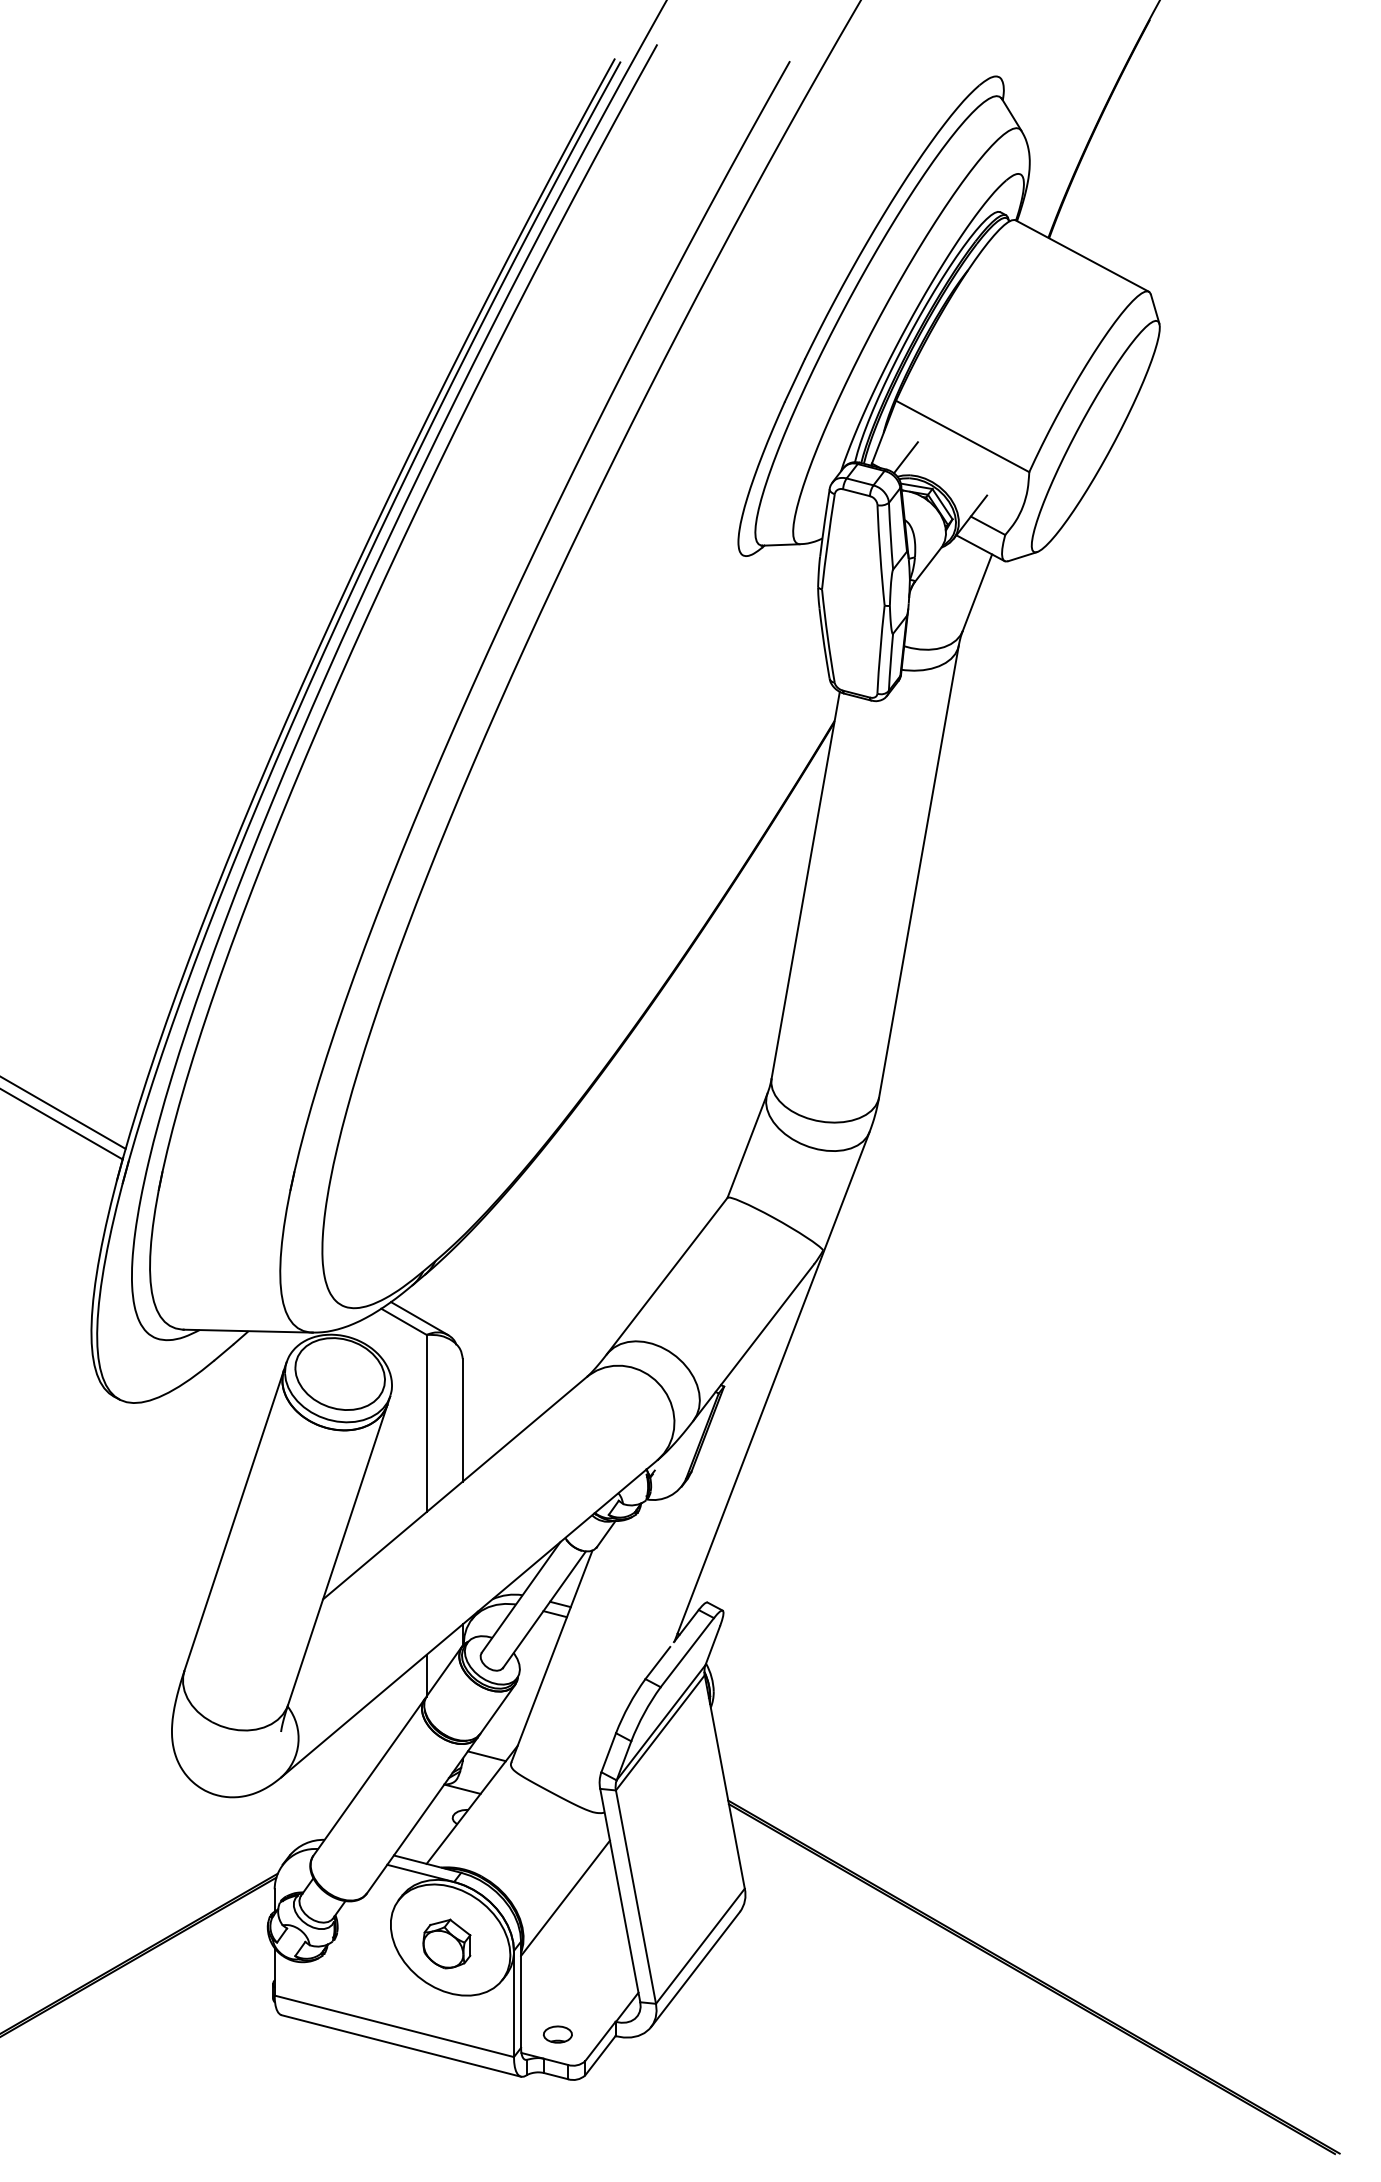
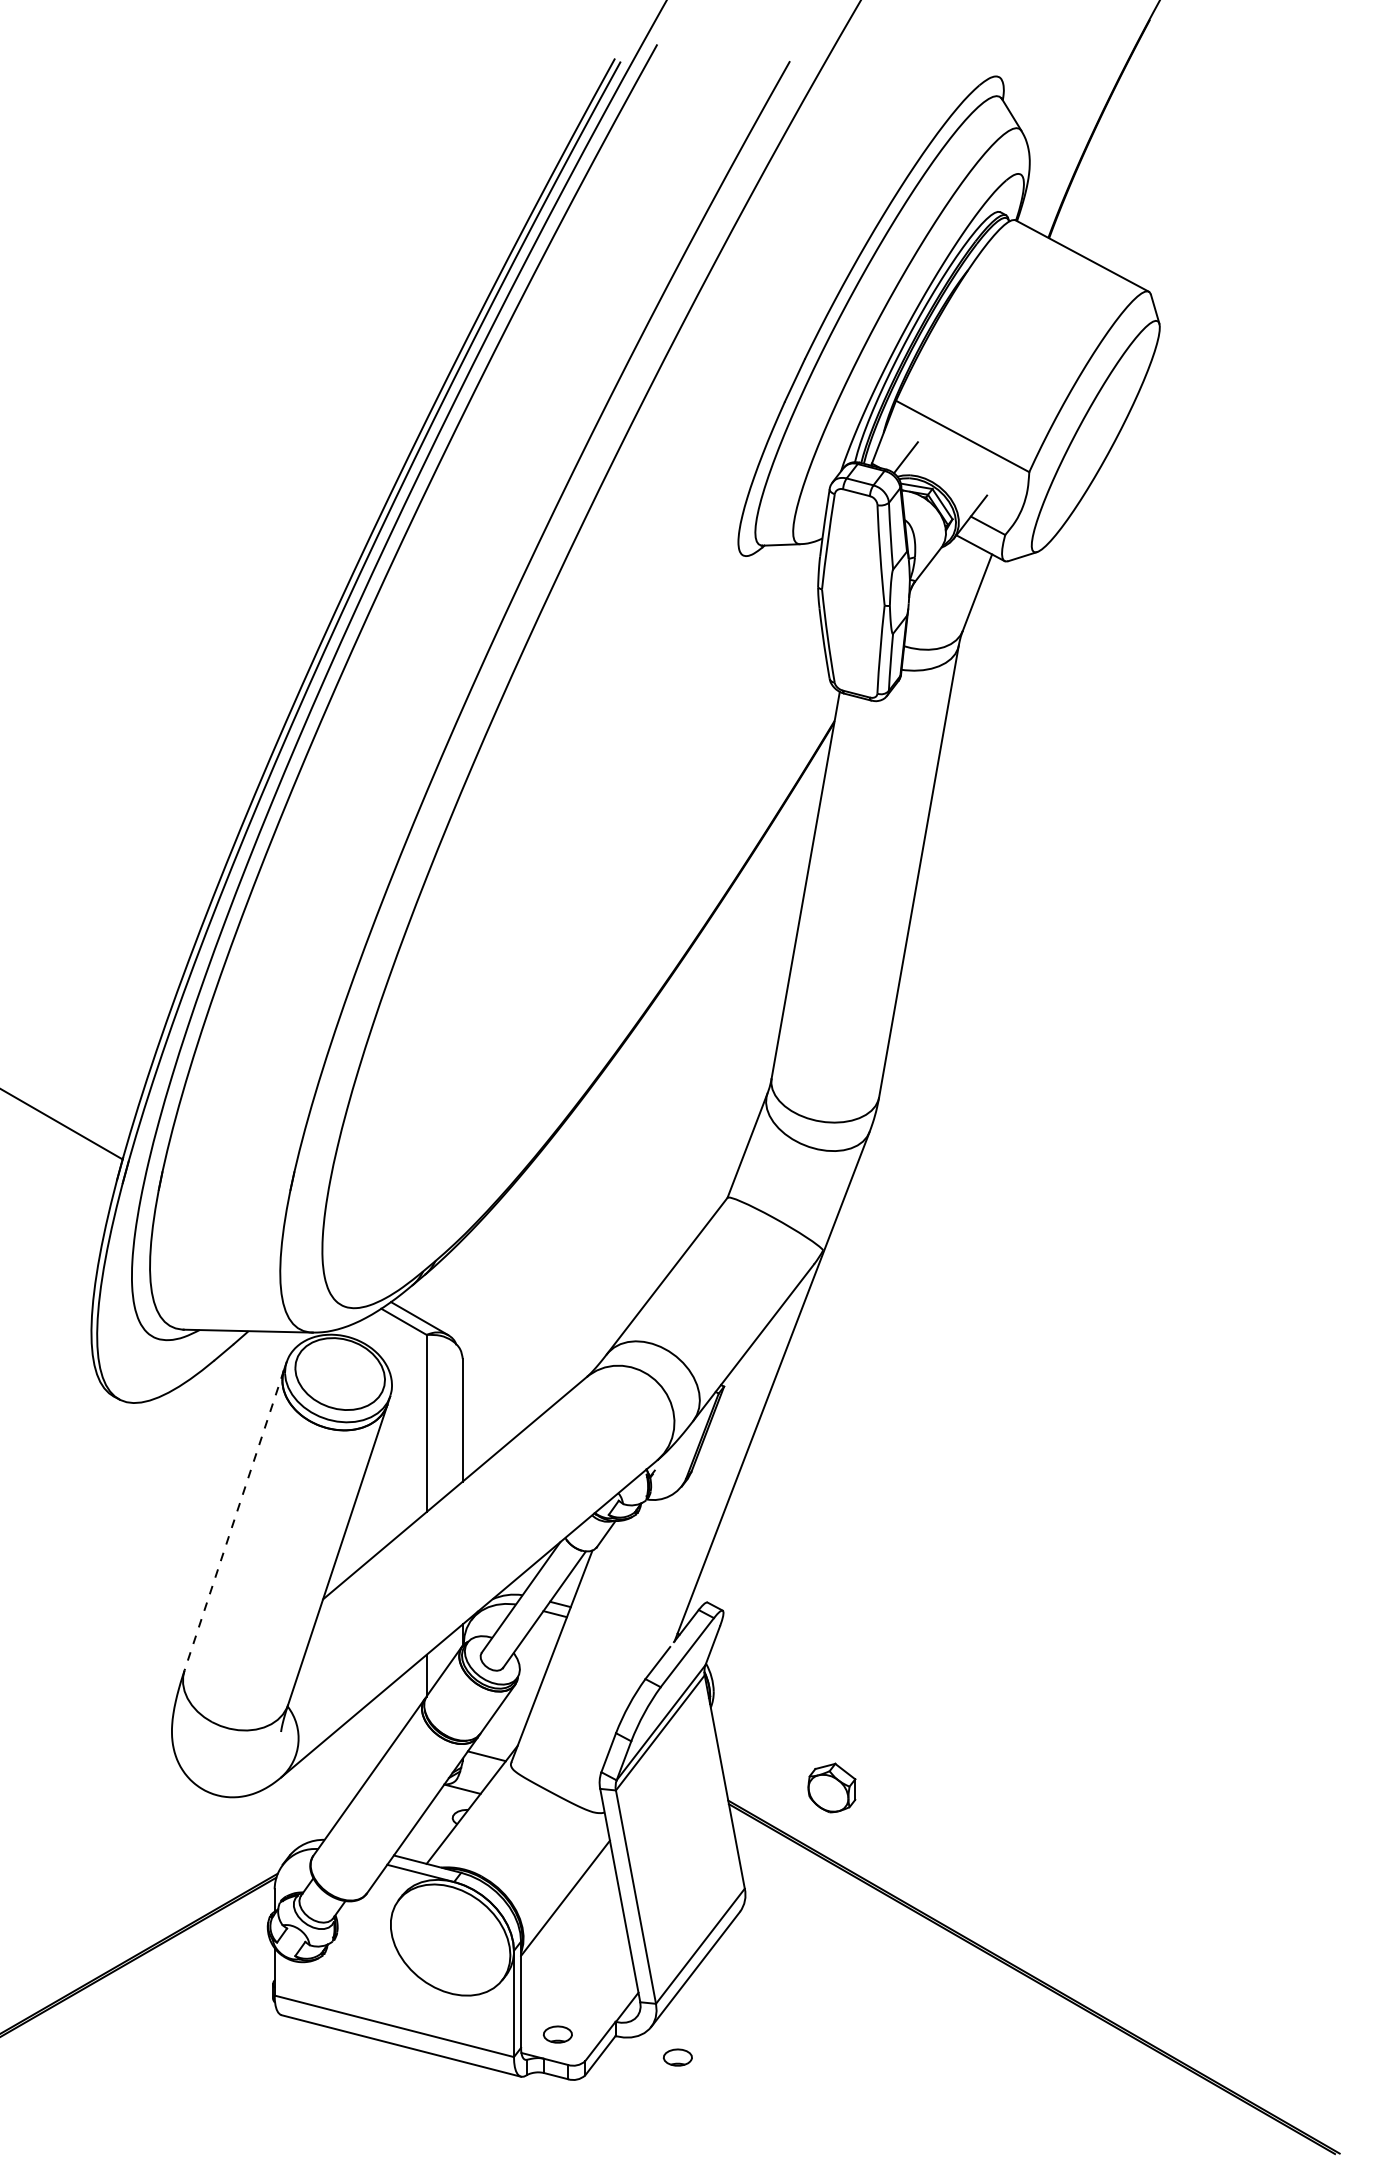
line at (63, 1112): present -> none
line at (234, 1520): solid -> dashed
part at (446, 1943) position: (446, 1943) -> (831, 1787)
part at (677, 2057): none -> present
